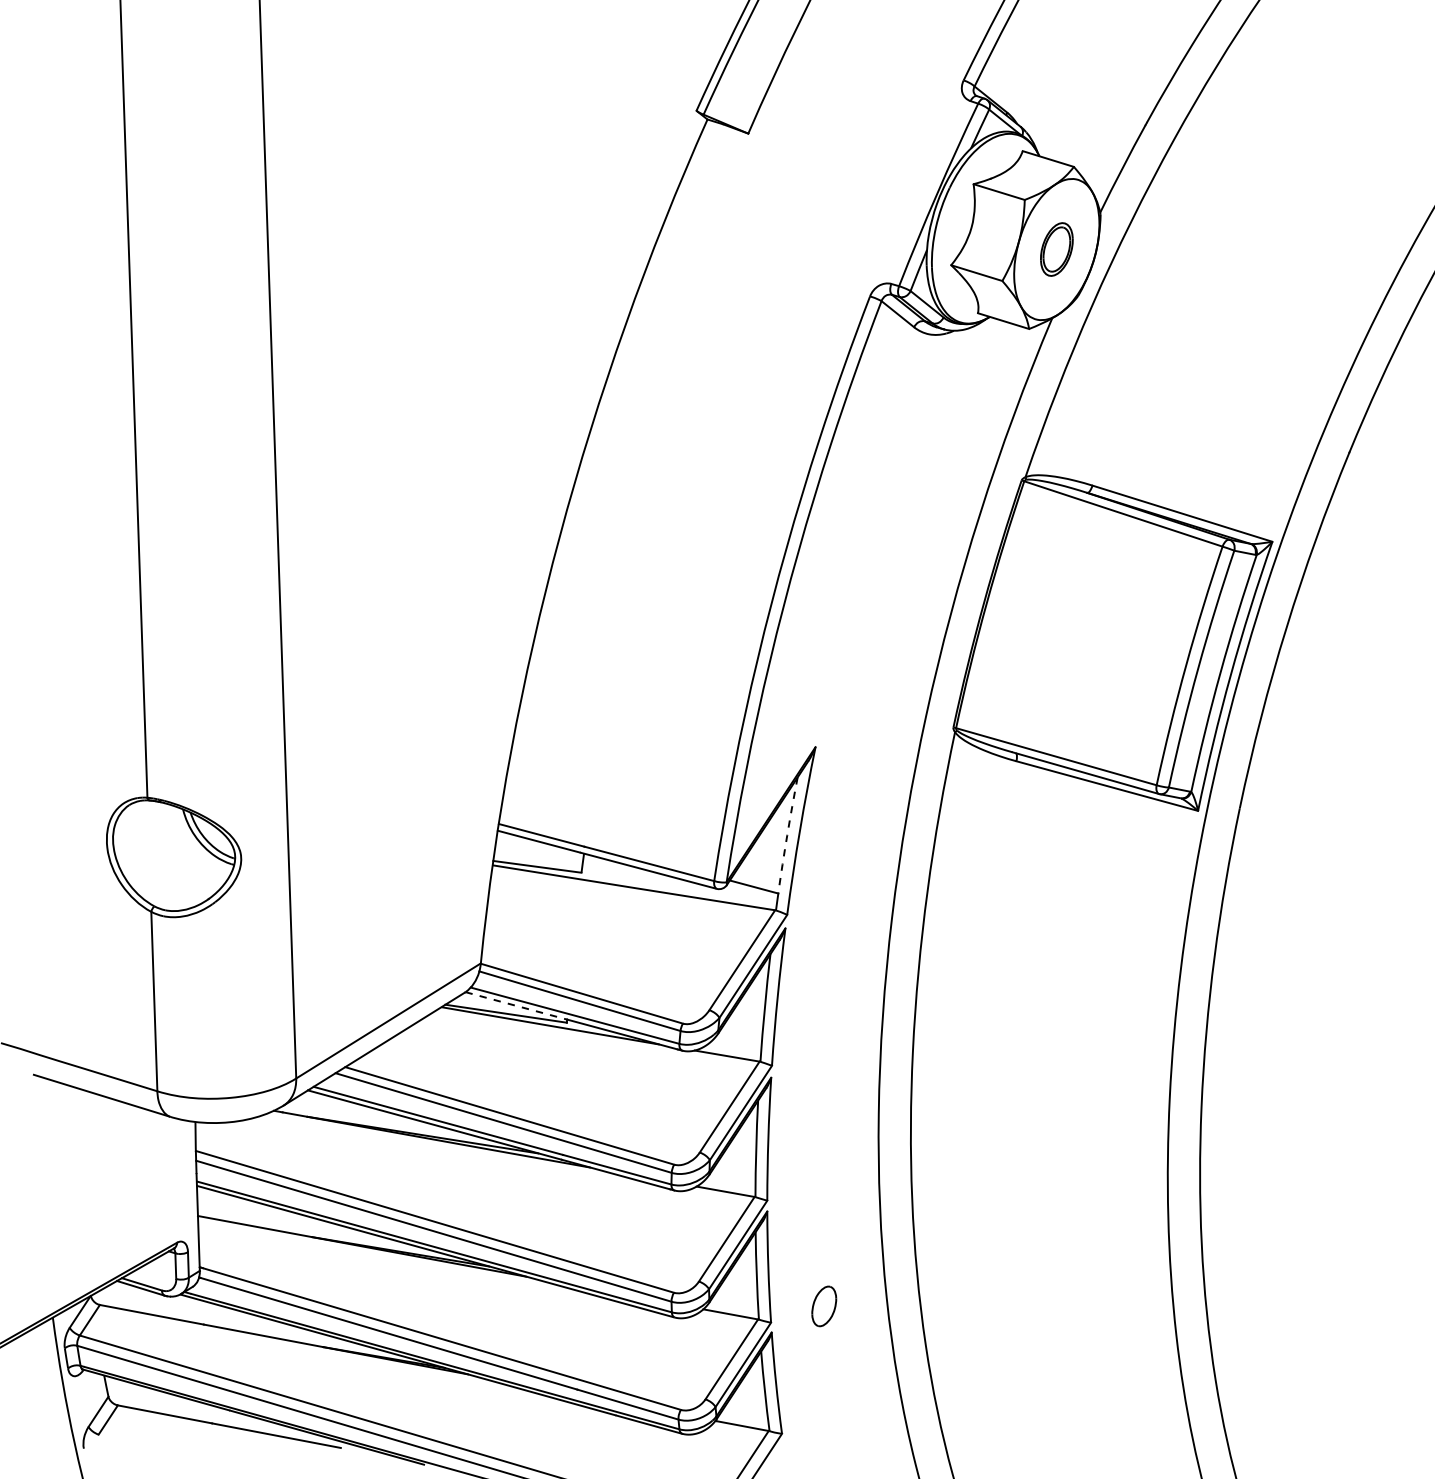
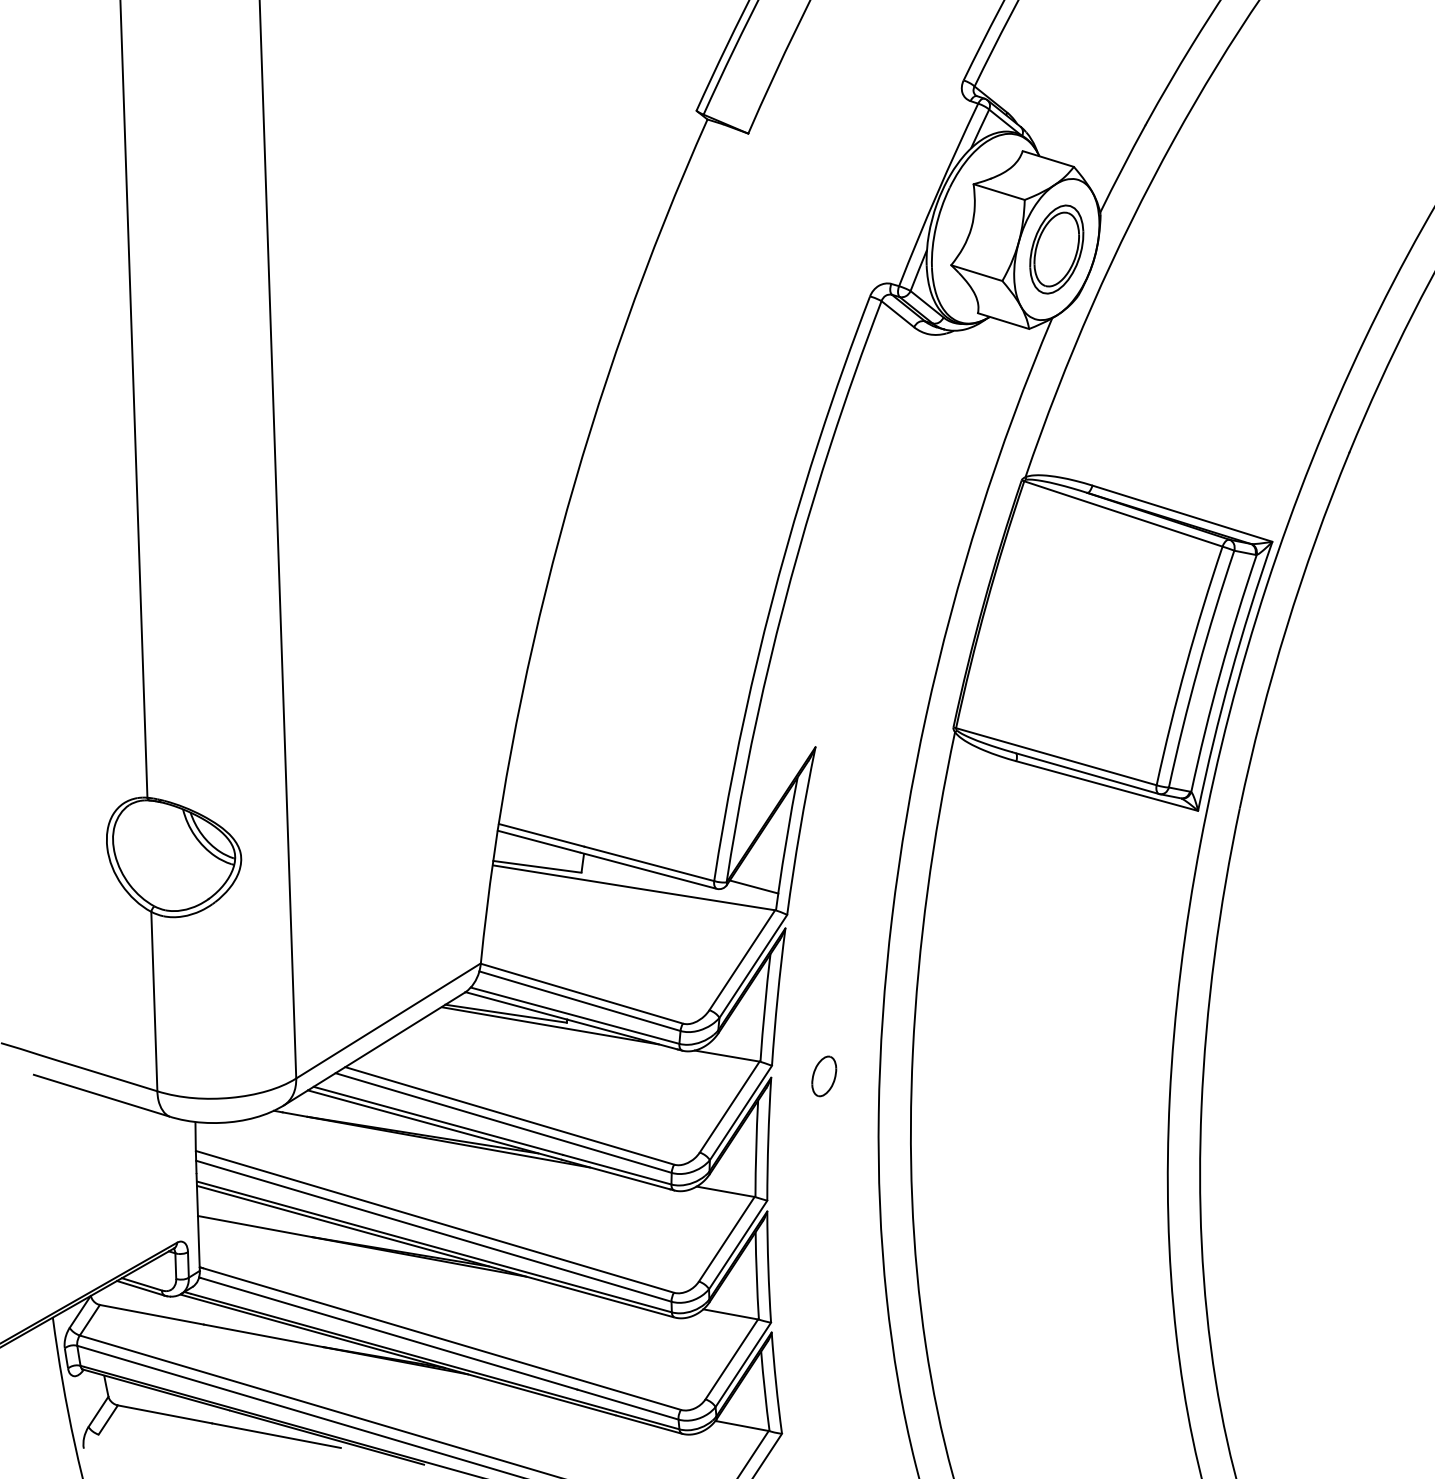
part at (1056, 249) size: 34x55 px -> 56x91 px
arc at (787, 835): dashed -> solid
line at (516, 1005): dashed -> solid
part at (824, 1306) position: (824, 1306) -> (824, 1076)
